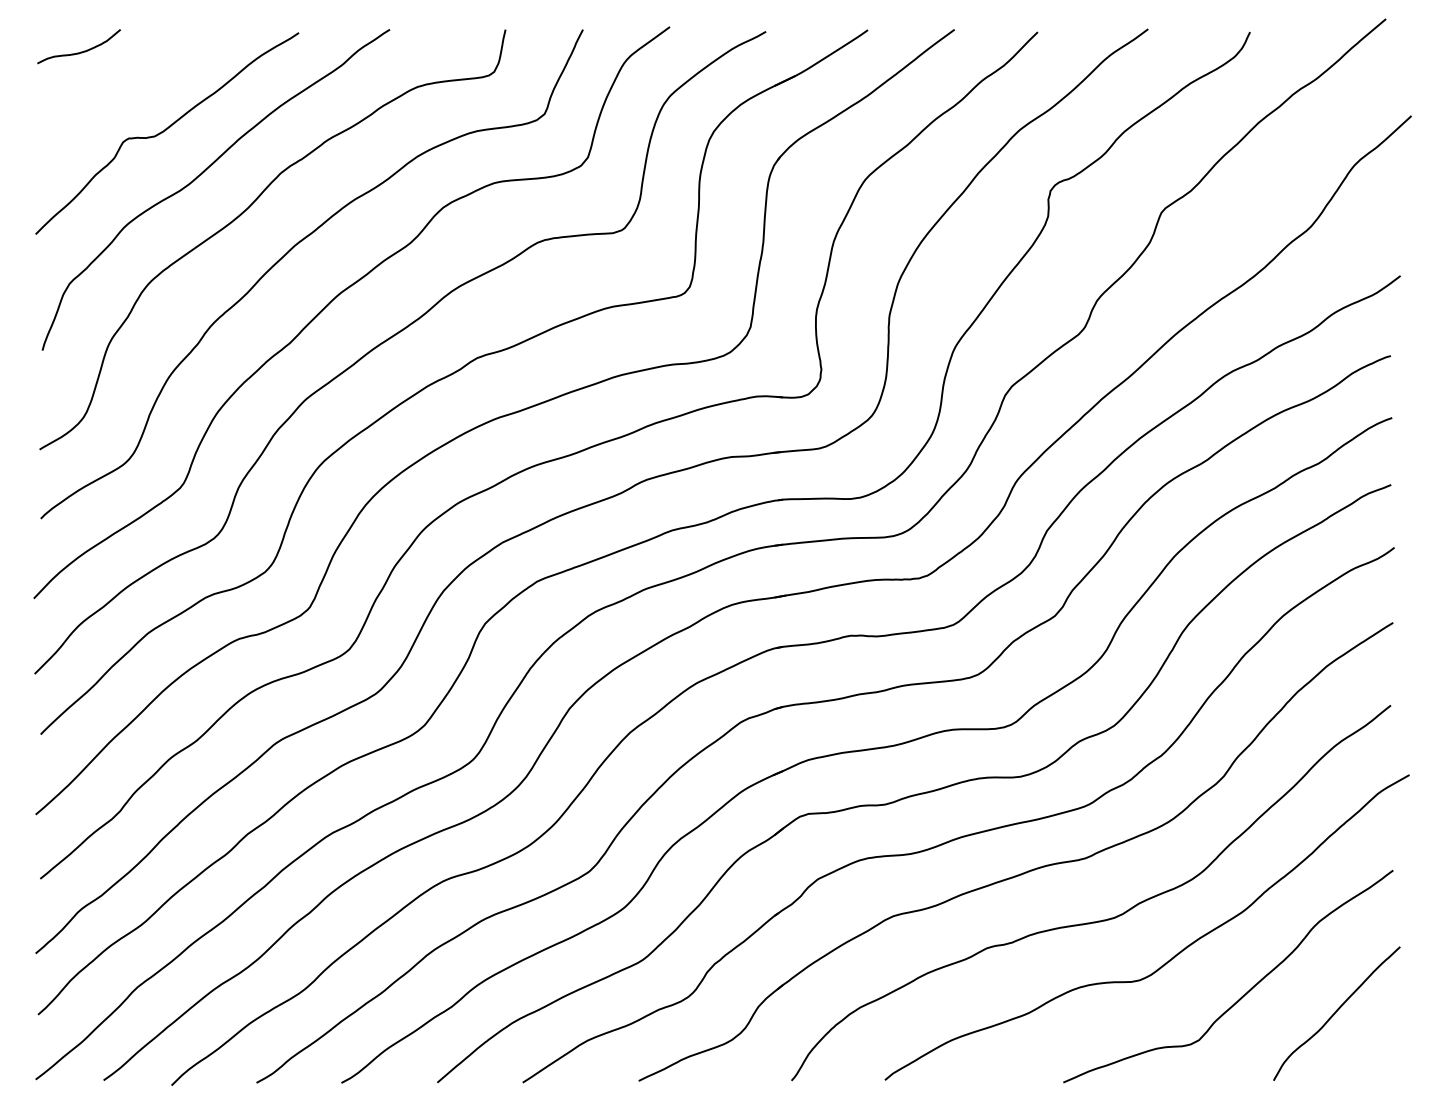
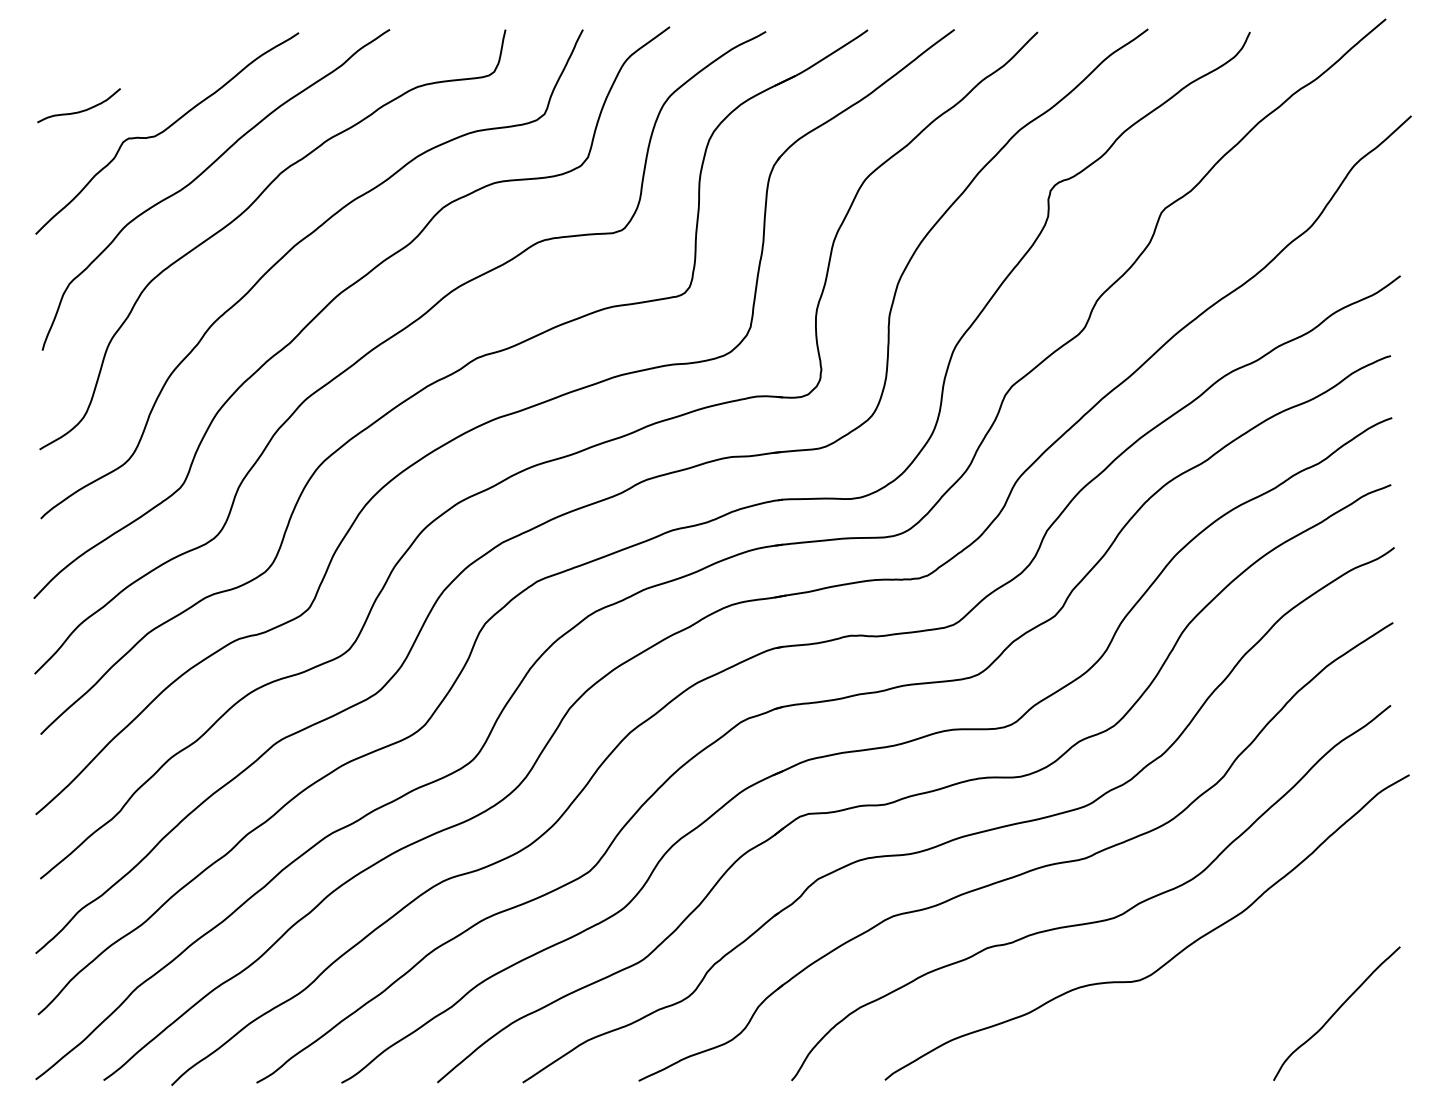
curve at (80, 51) position: (80, 51) -> (80, 110)
curve at (1243, 994): present -> none
